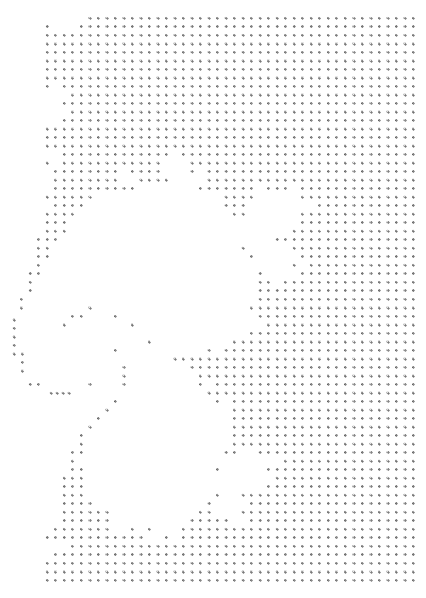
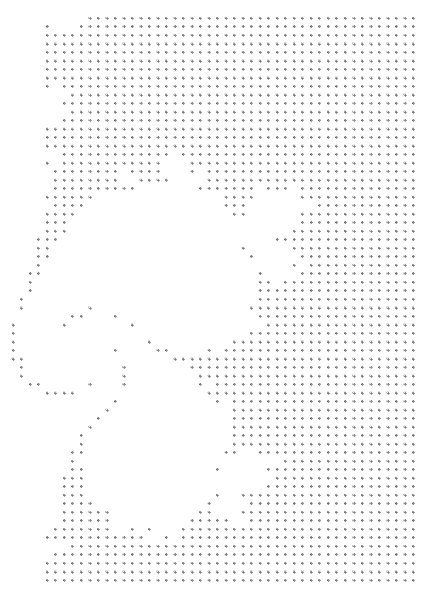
part at (18, 345) position: (18, 345) -> (17, 350)
part at (161, 350): none -> present
part at (60, 393) size: 21x3 px -> 28x3 px
